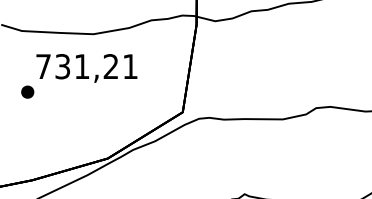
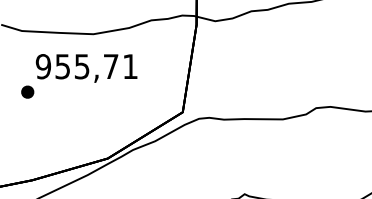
text at (76, 66): 731,21 -> 955,71
